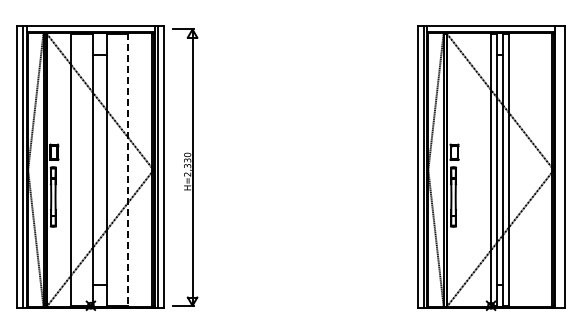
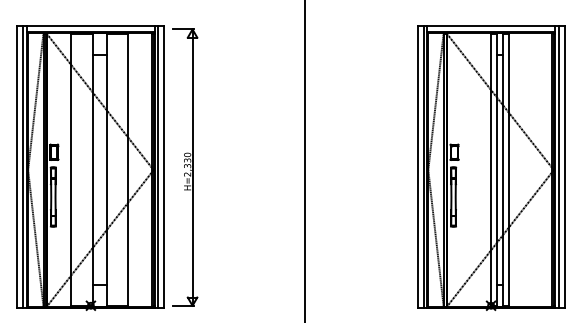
line at (305, 160): none -> present
line at (558, 166): none -> present
line at (128, 170): dashed -> solid
